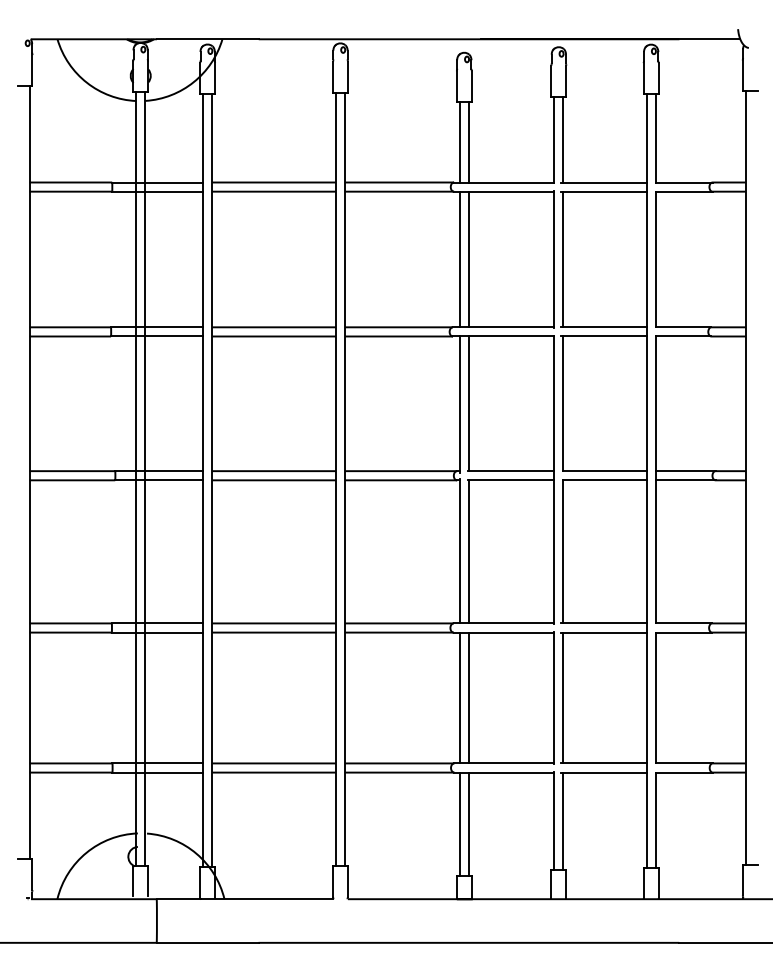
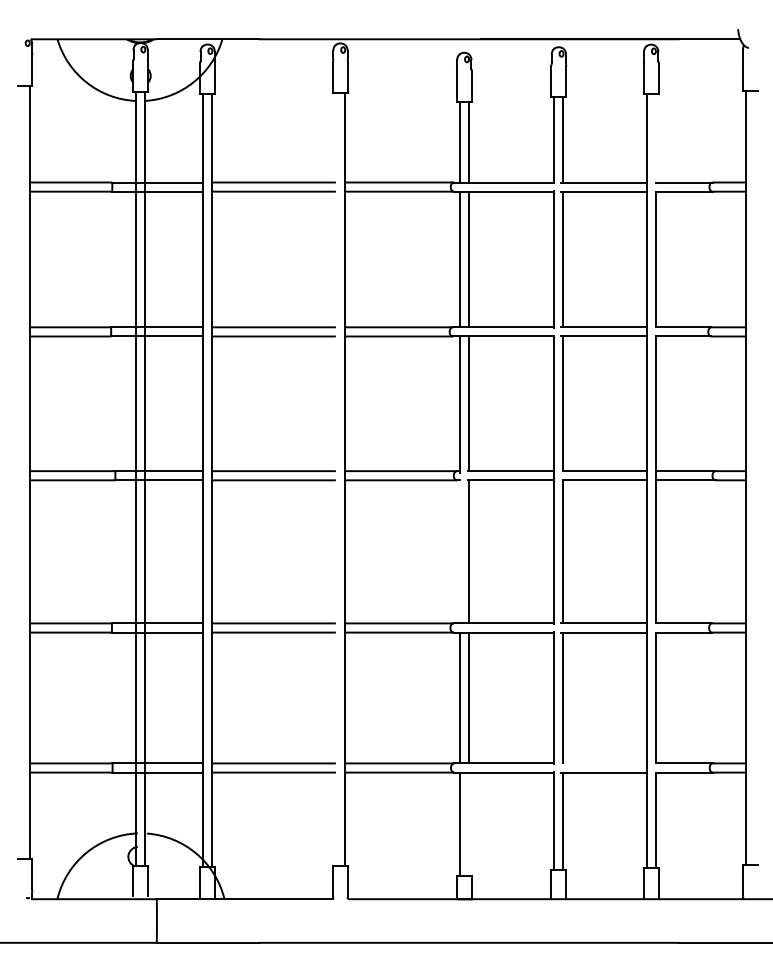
line at (655, 138): present -> none
line at (335, 479): present -> none
line at (459, 550): present -> none
line at (603, 763): present -> none
line at (468, 823): present -> none
